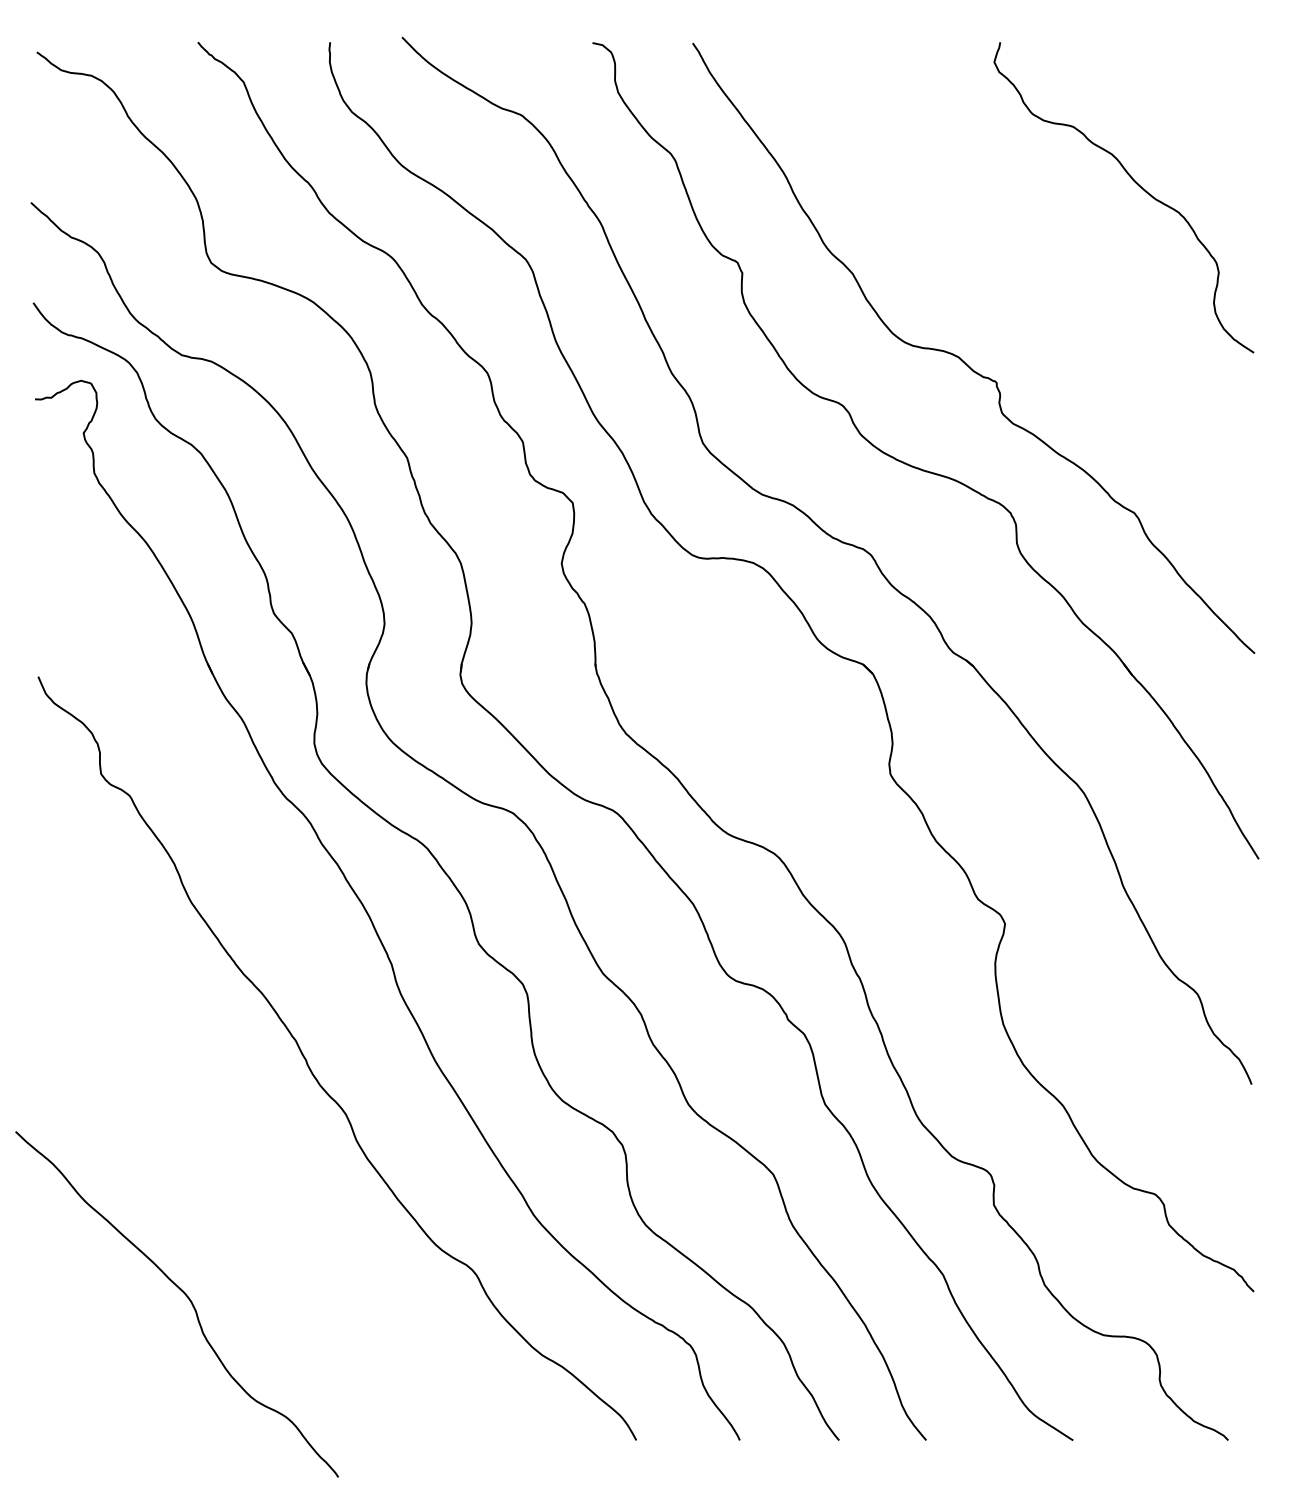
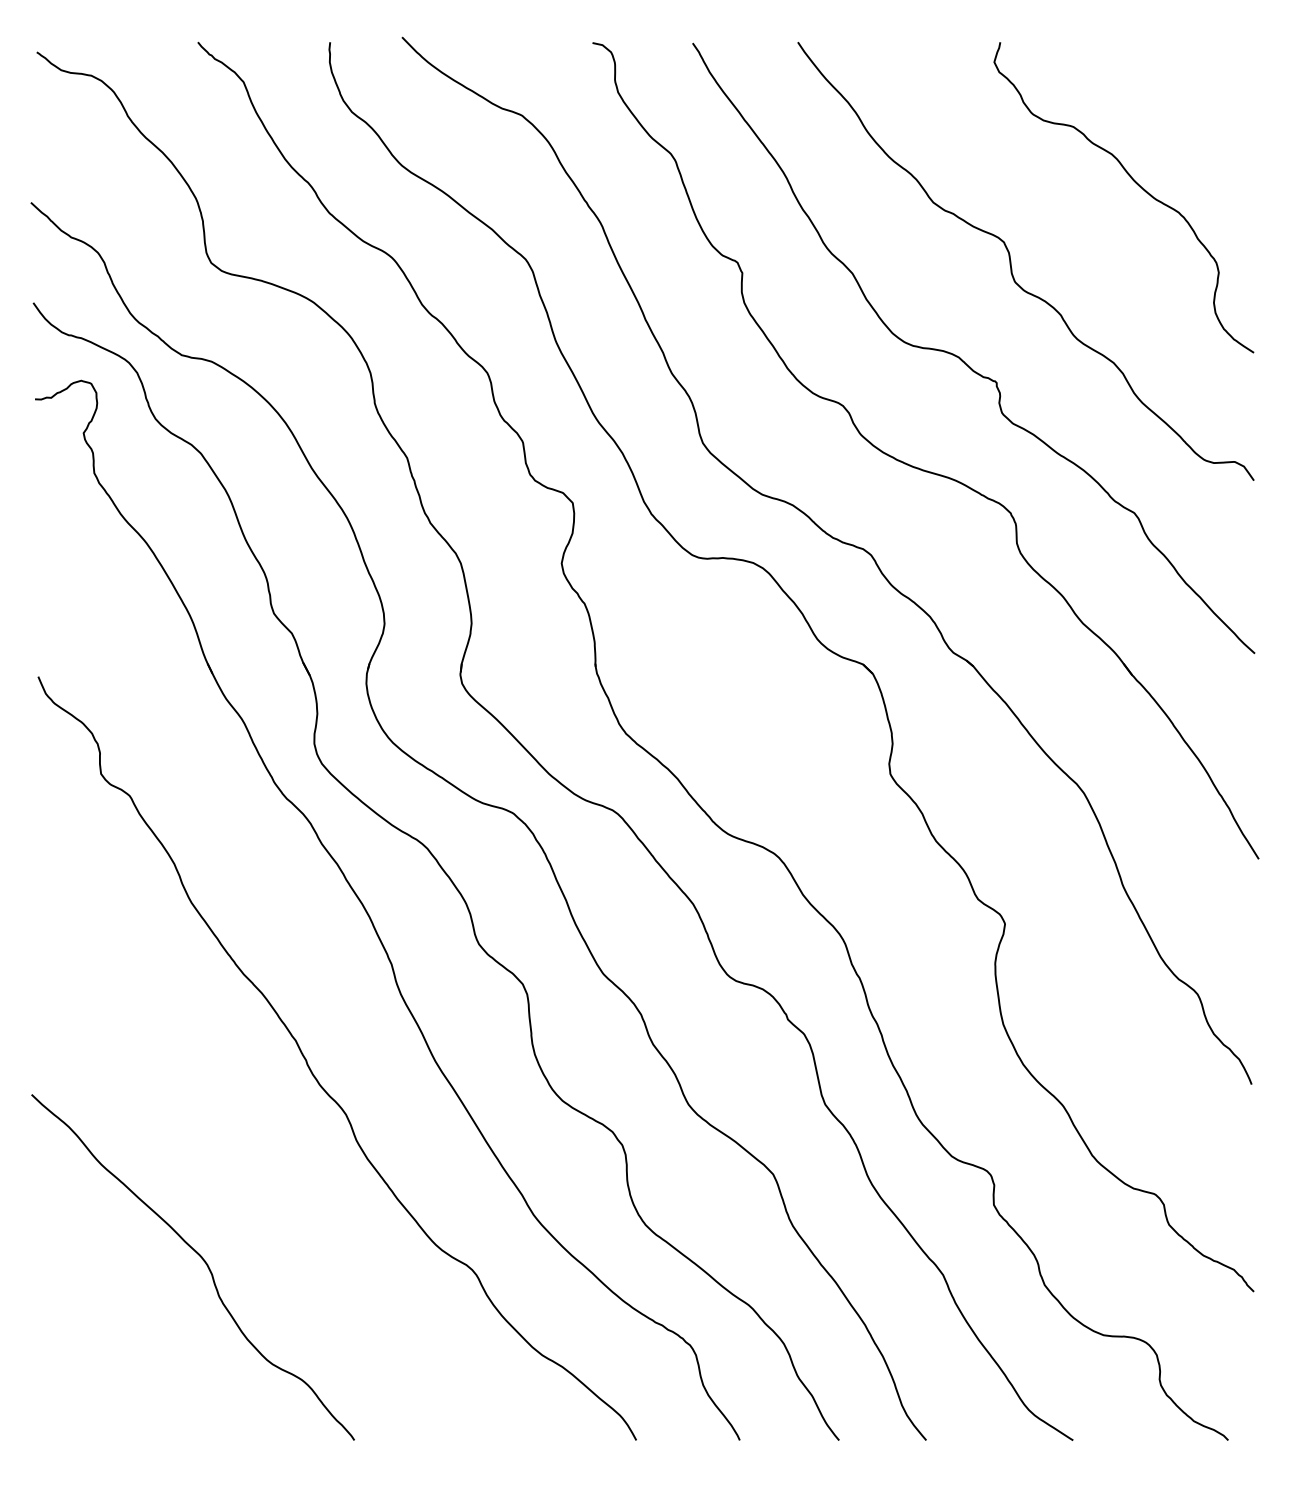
curve at (1011, 261): none -> present
curve at (186, 1297) position: (186, 1297) -> (202, 1260)
